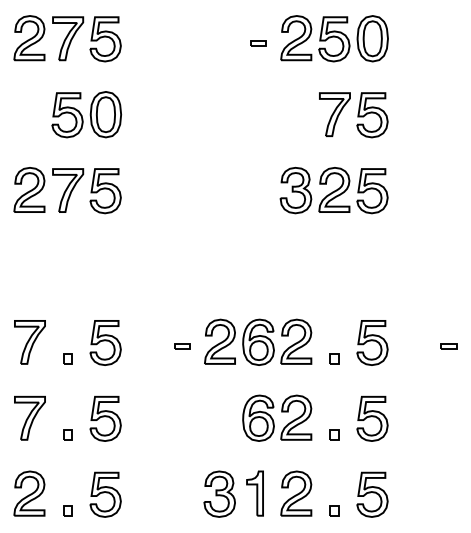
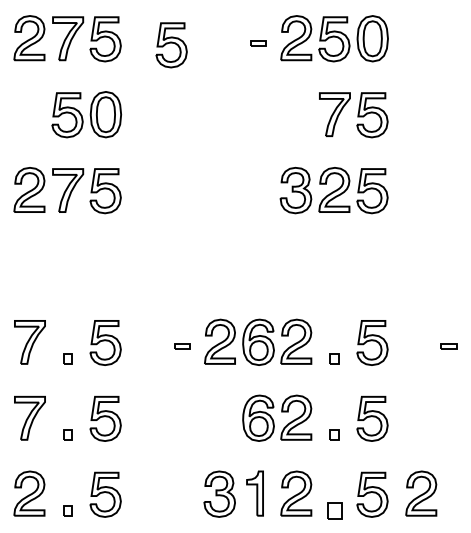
part at (171, 45): none -> present
part at (421, 493): none -> present
part at (334, 510) size: 11x12 px -> 16x18 px
